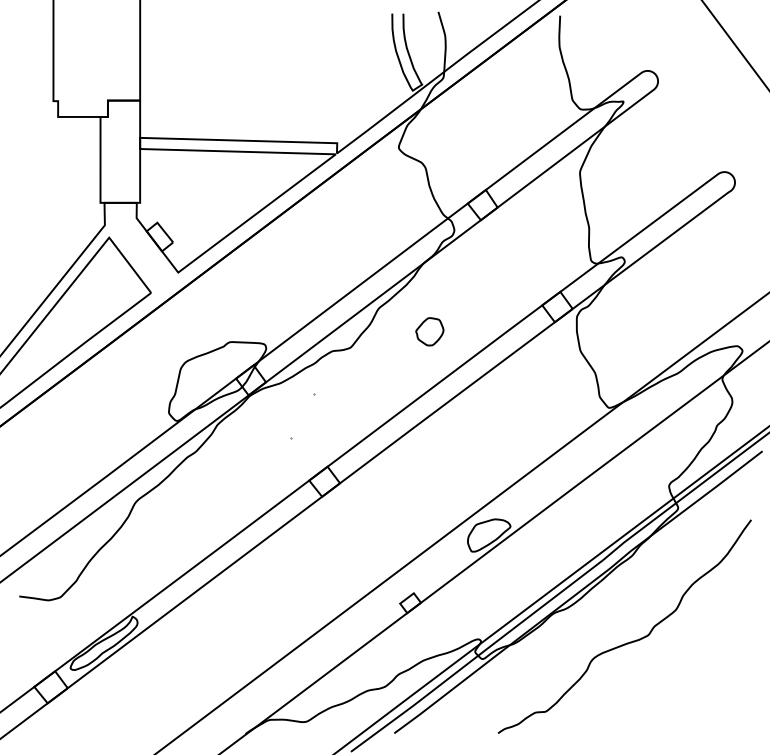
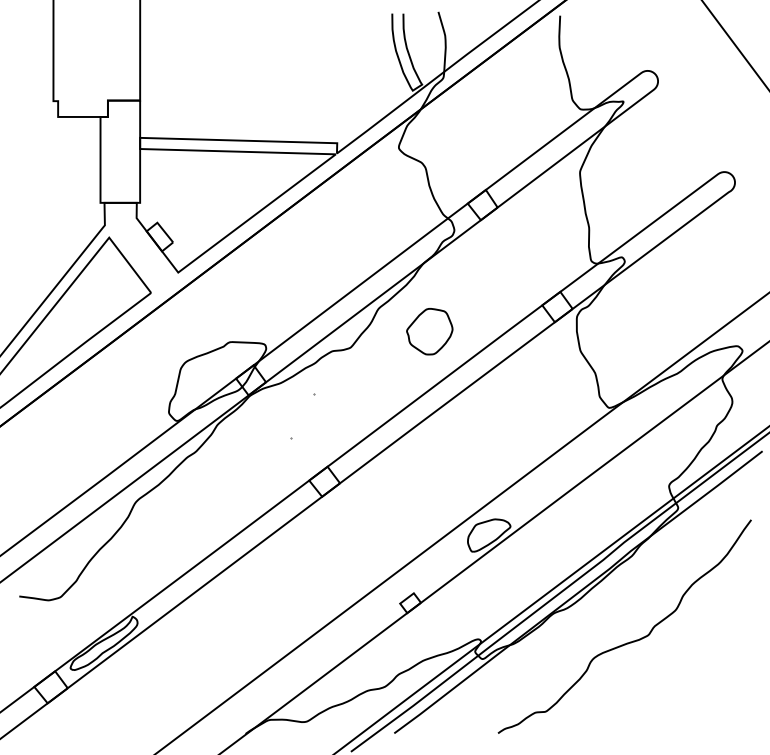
part at (429, 331) size: 30x30 px -> 48x48 px
